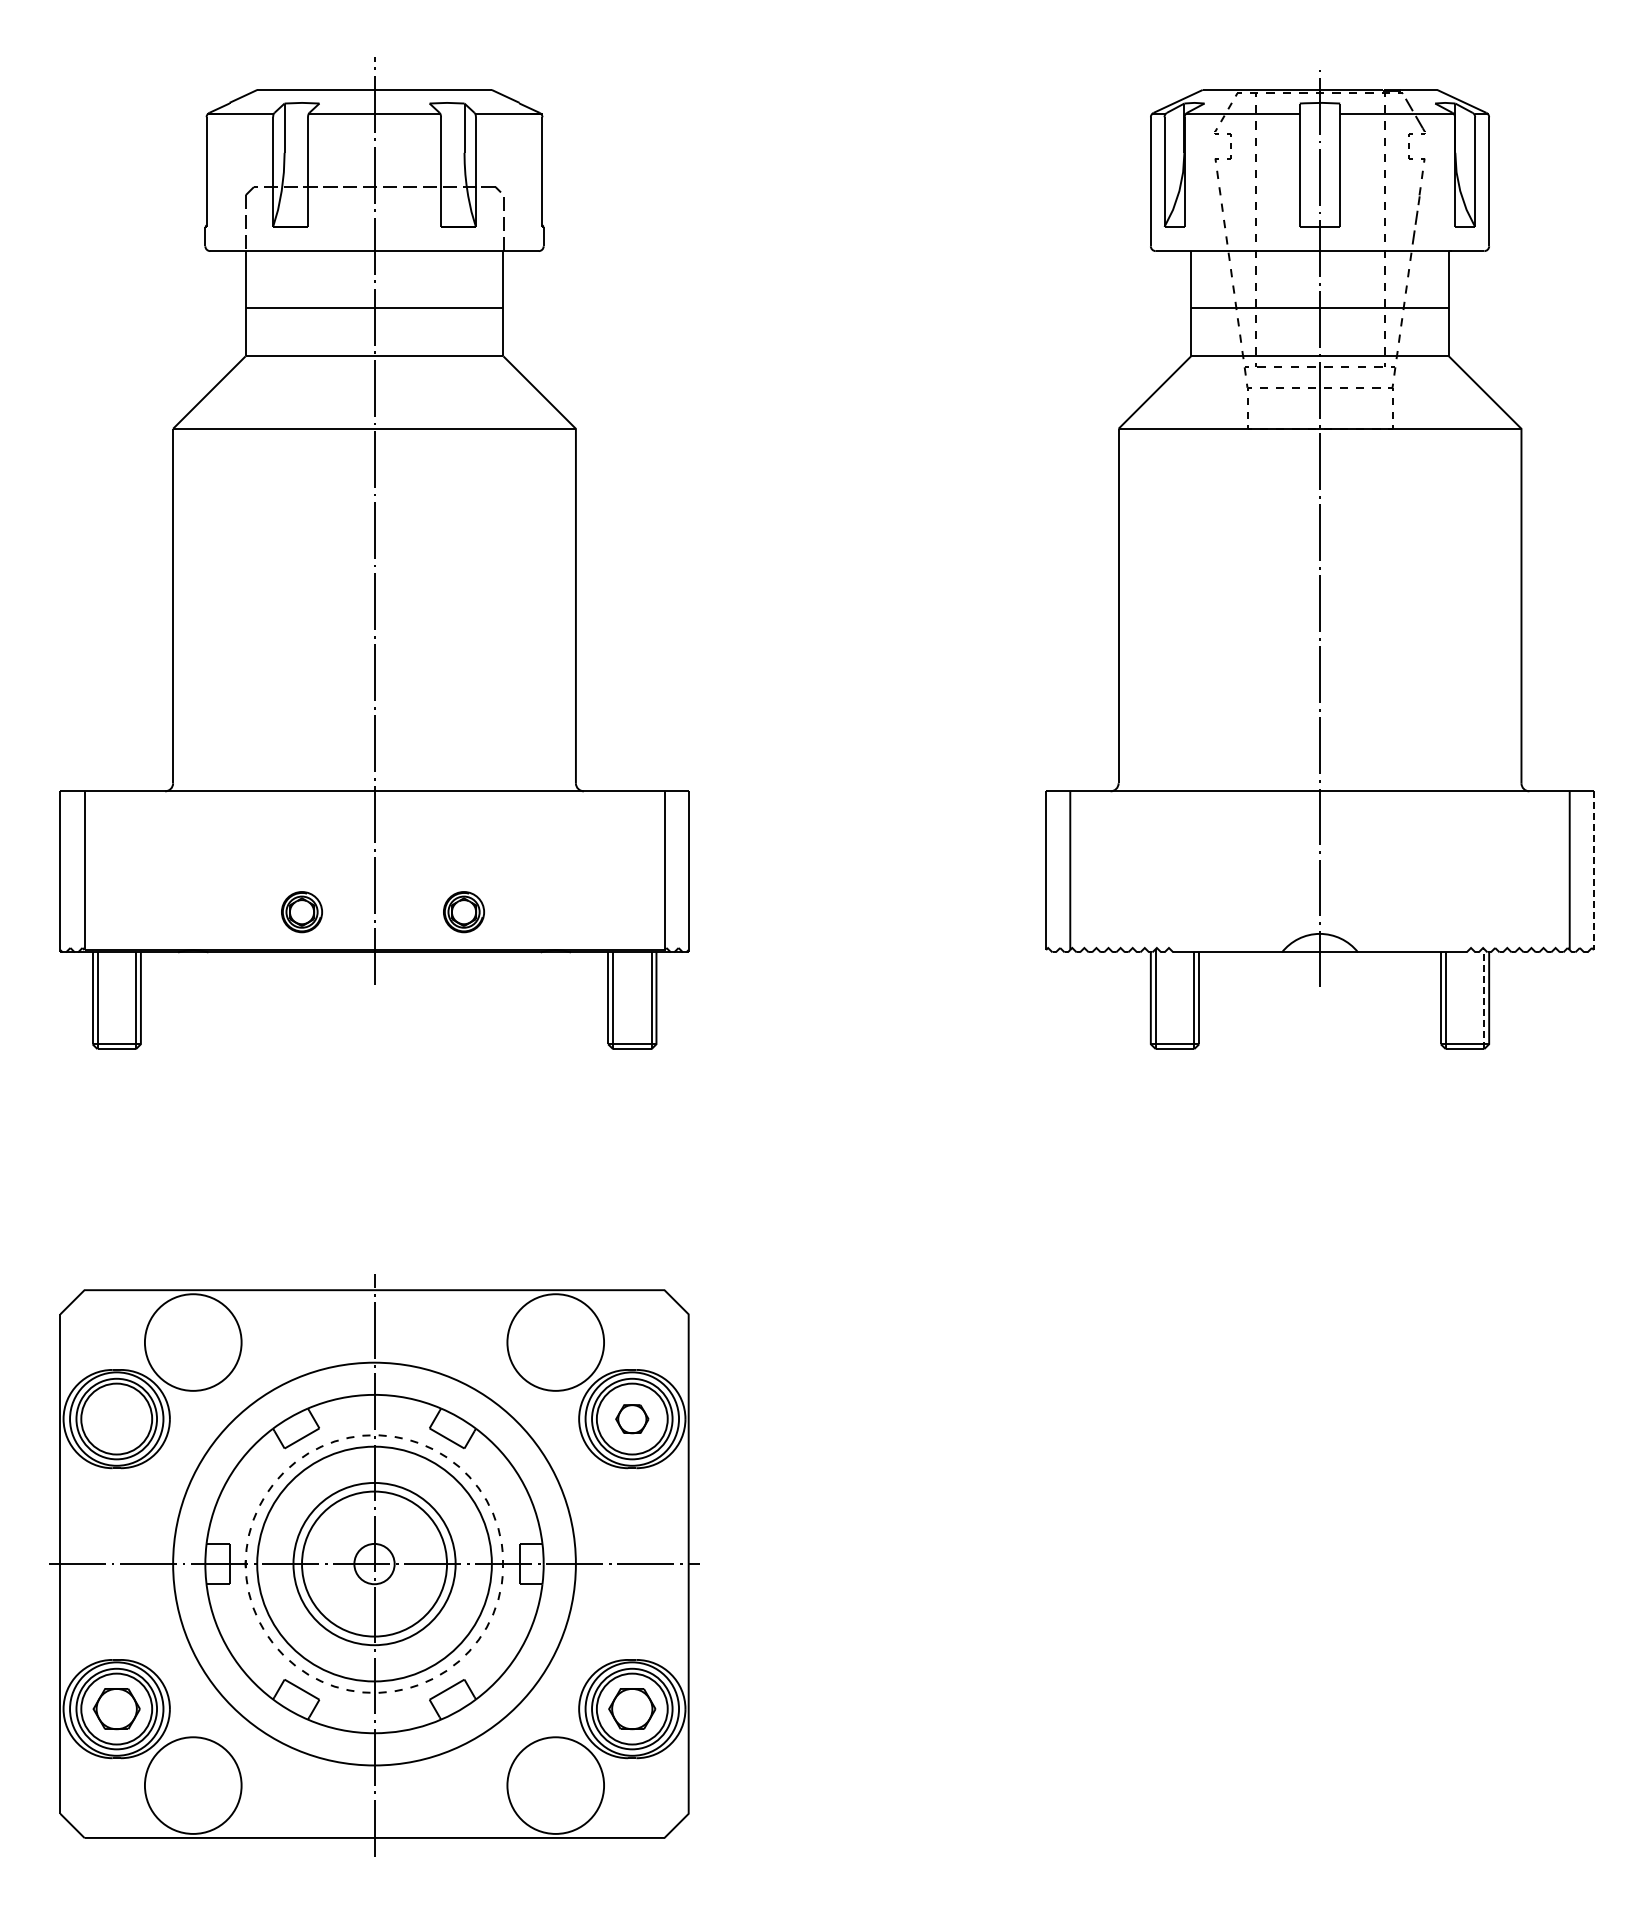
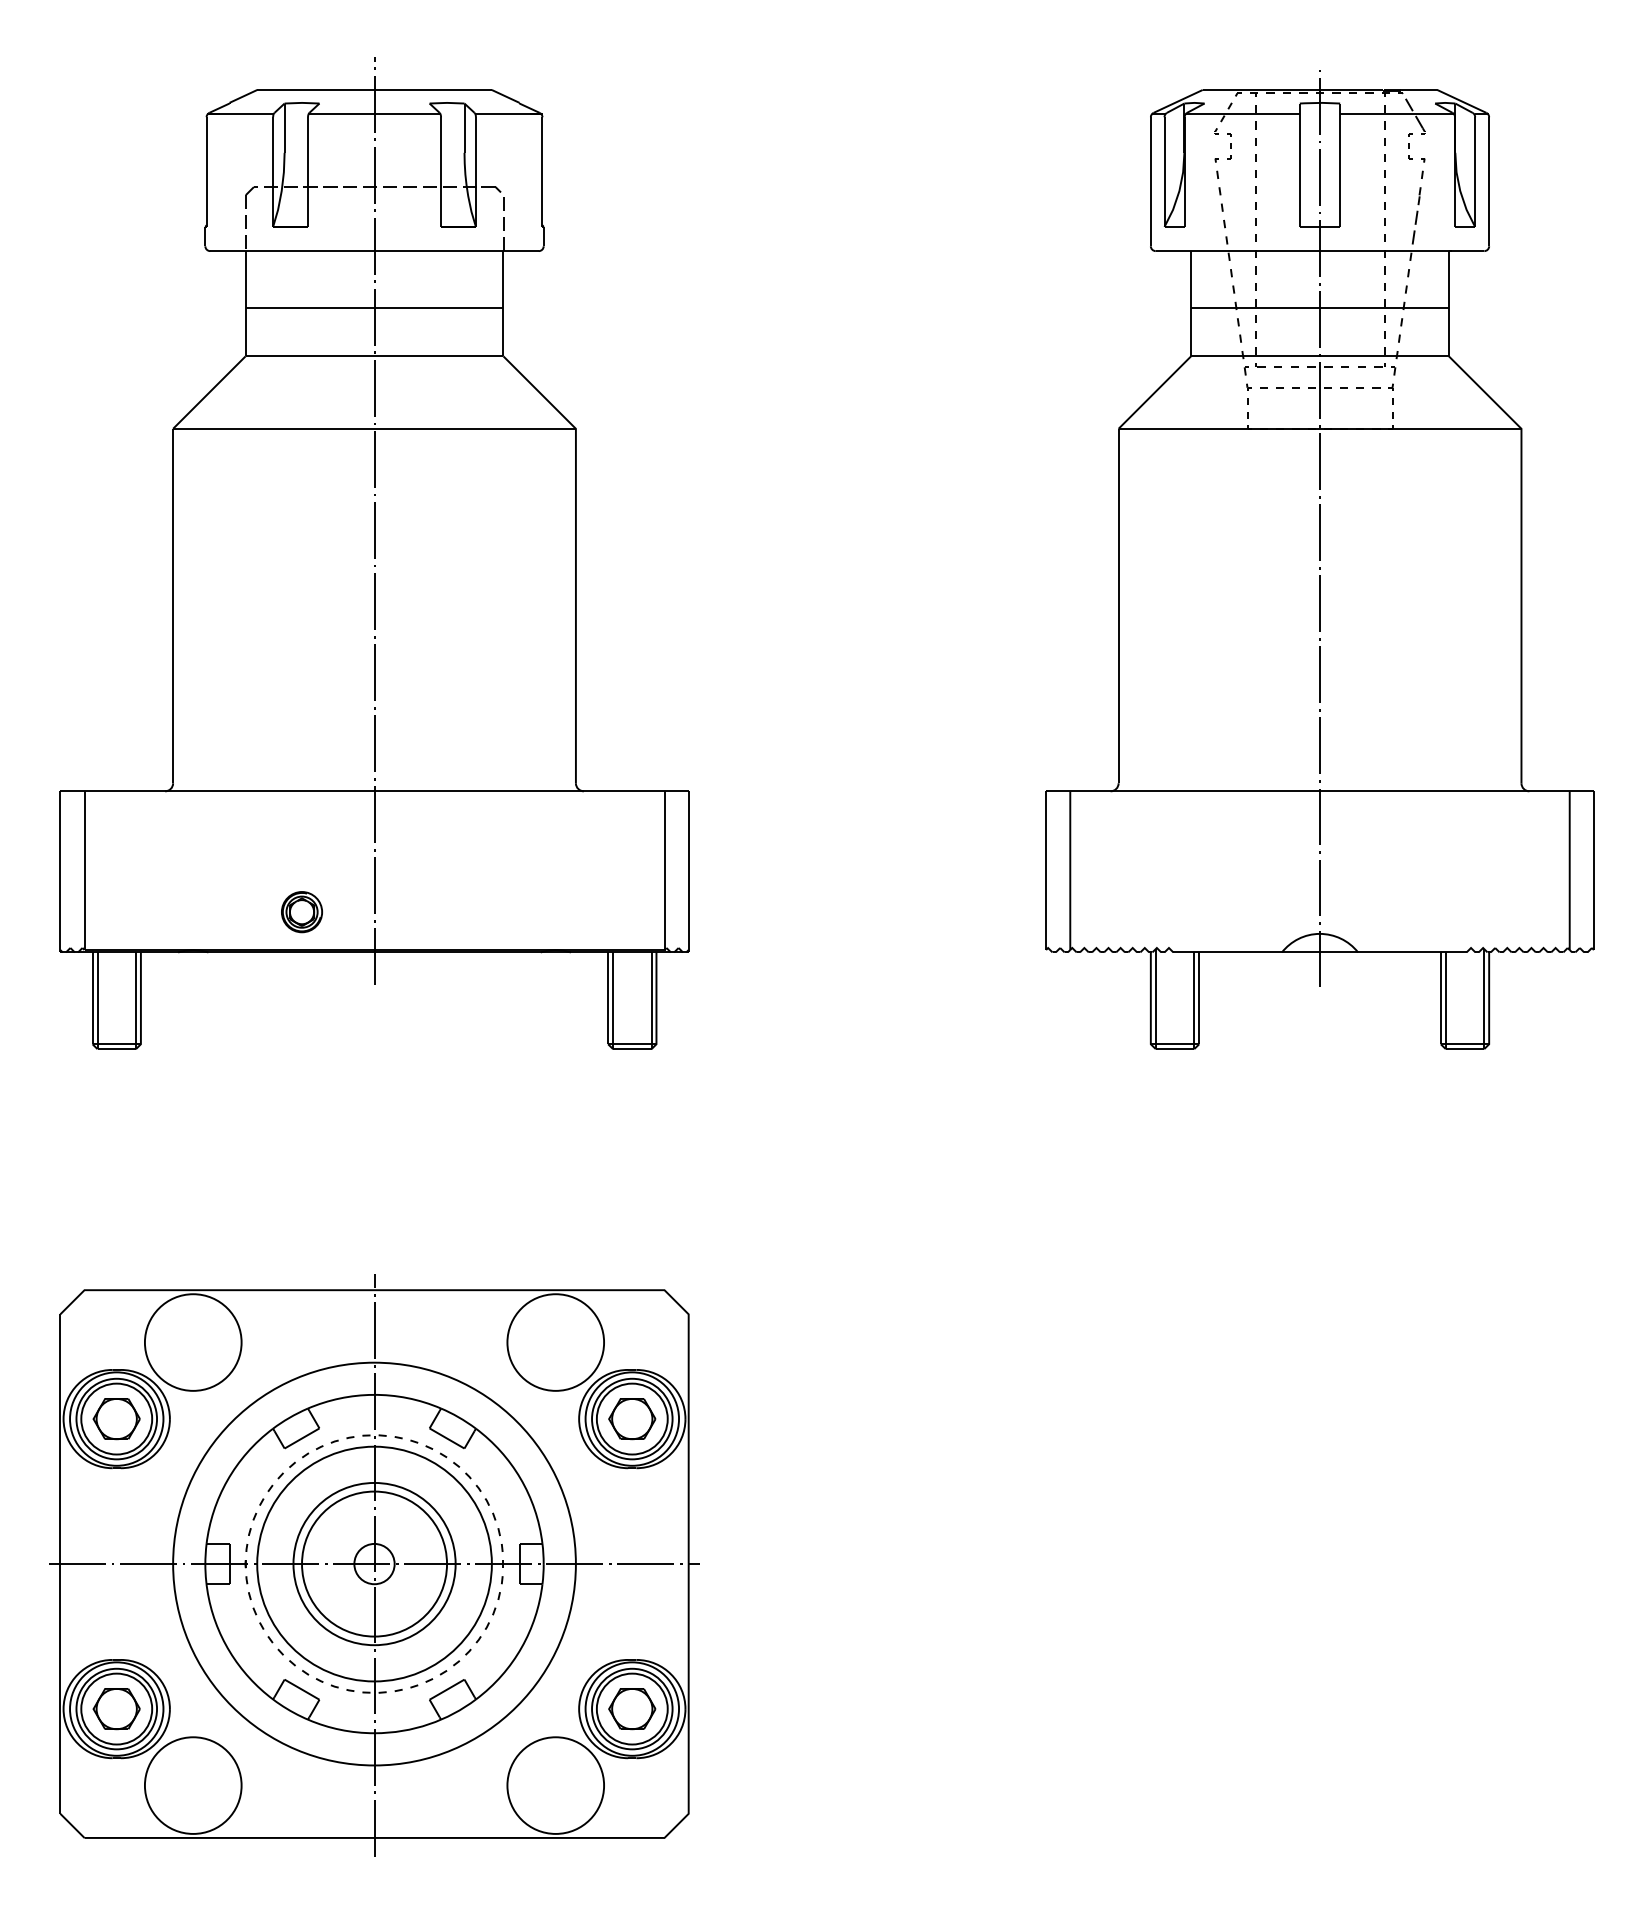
line at (1593, 871): dashed -> solid
part at (463, 912): present -> none
line at (1484, 998): dashed -> solid
part at (116, 1419): none -> present
part at (632, 1419) size: 35x31 px -> 49x43 px
